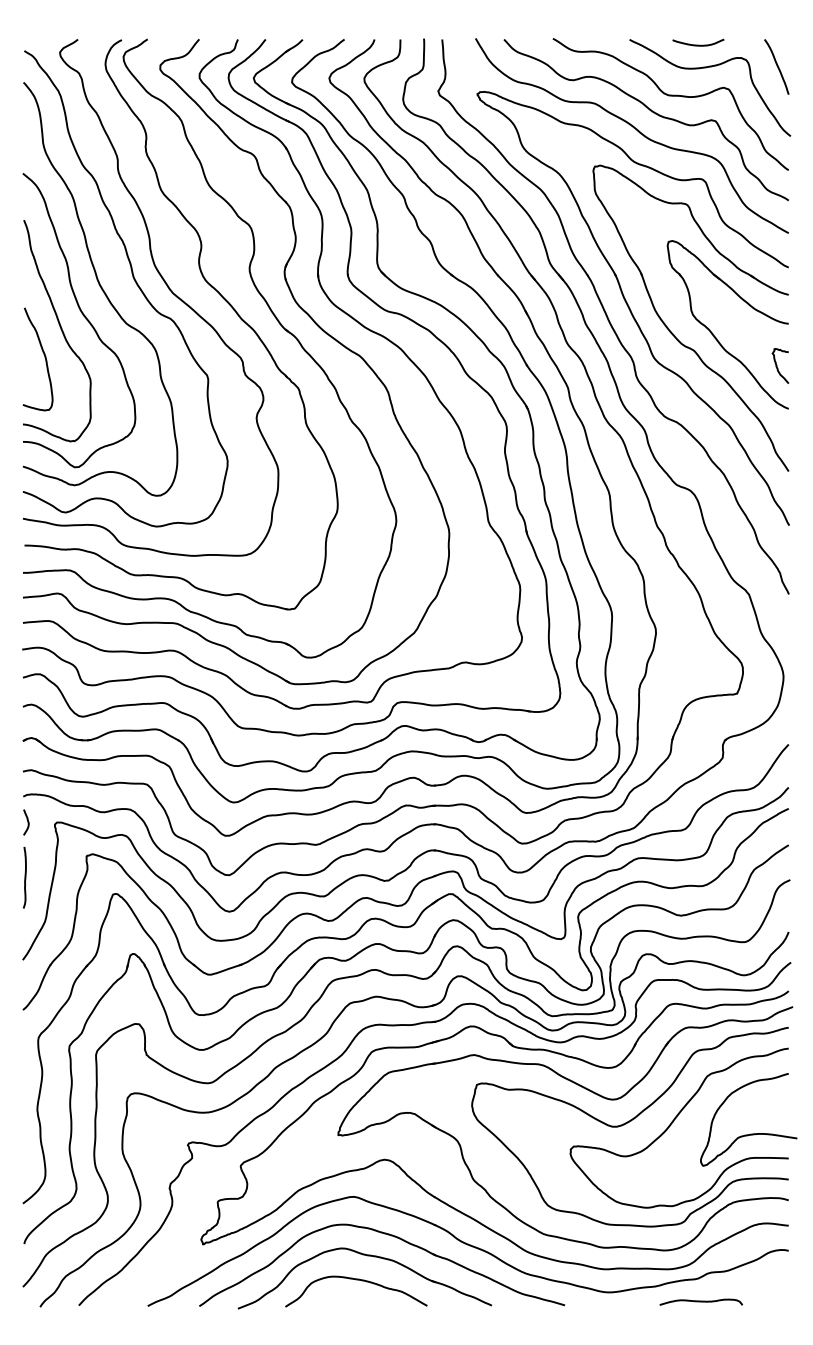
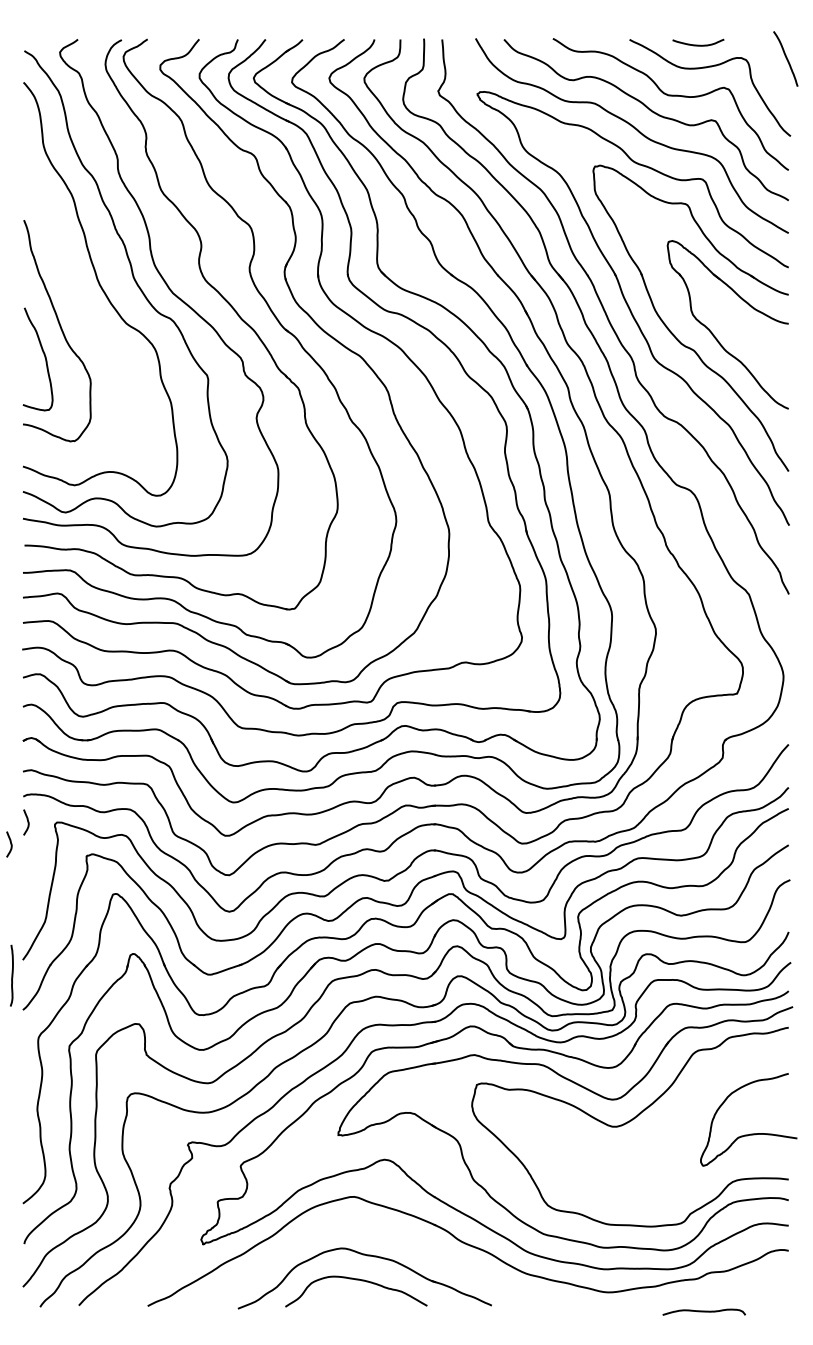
curve at (776, 66) position: (776, 66) -> (785, 58)
curve at (83, 316): present -> none
curve at (777, 365): present -> none
curve at (10, 844): none -> present
curve at (24, 877) position: (24, 877) -> (11, 975)
curve at (673, 1122): present -> none
part at (391, 1236): present -> none
curve at (700, 1301) position: (700, 1301) -> (703, 1311)
